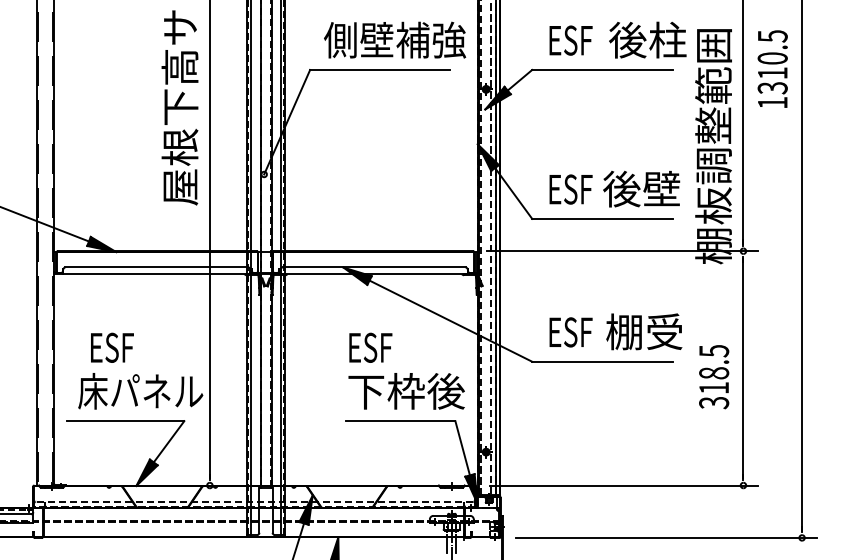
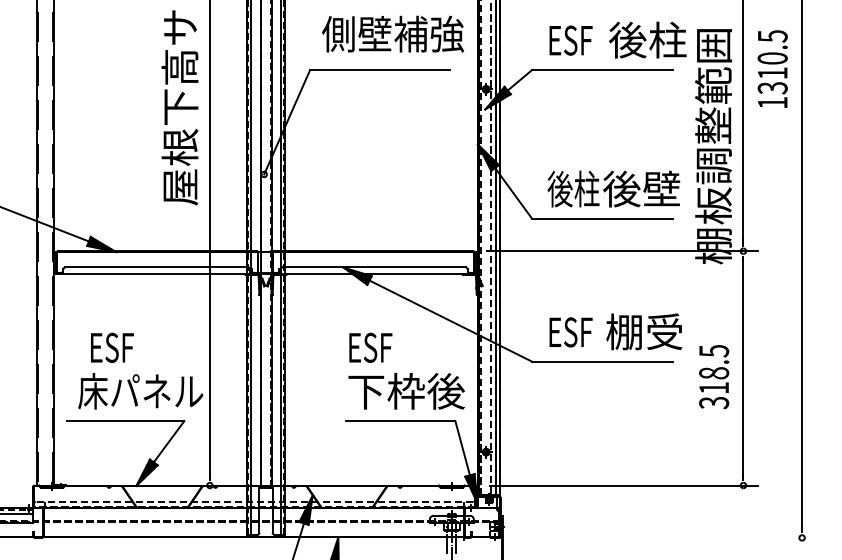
text at (395, 39) position: (395, 39) -> (393, 33)
text at (573, 188): ESF -> 後柱
line at (666, 537): present -> none
